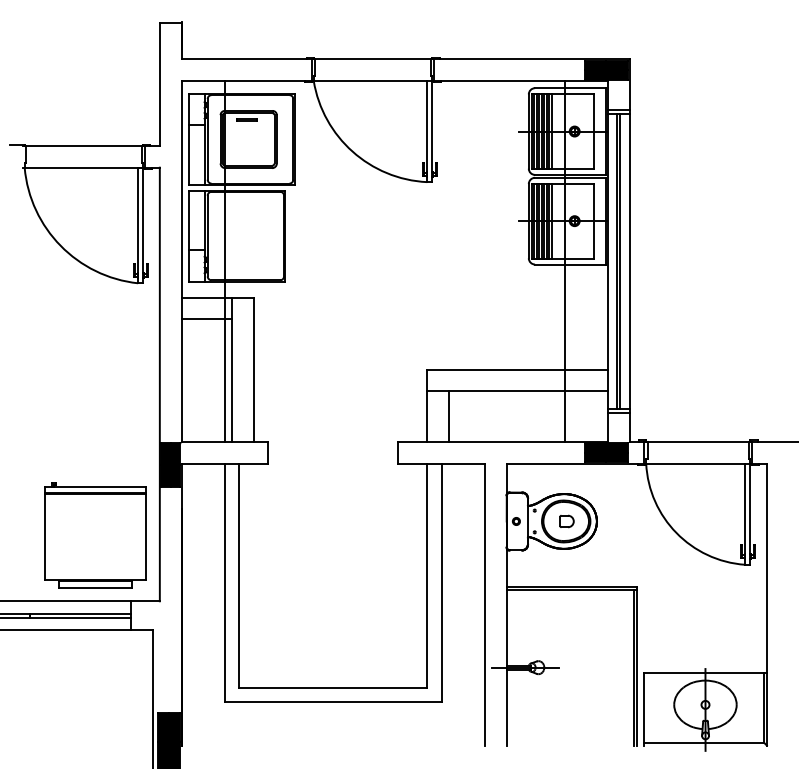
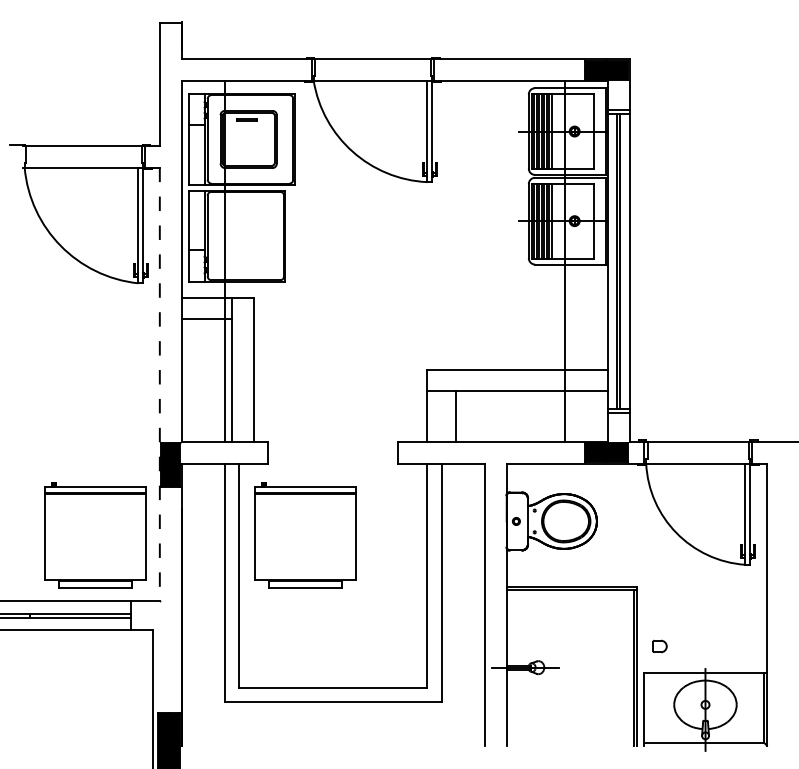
line at (159, 384): solid -> dashed
line at (448, 416) position: (448, 416) -> (455, 416)
part at (566, 521) position: (566, 521) -> (659, 646)
part at (305, 535): none -> present
